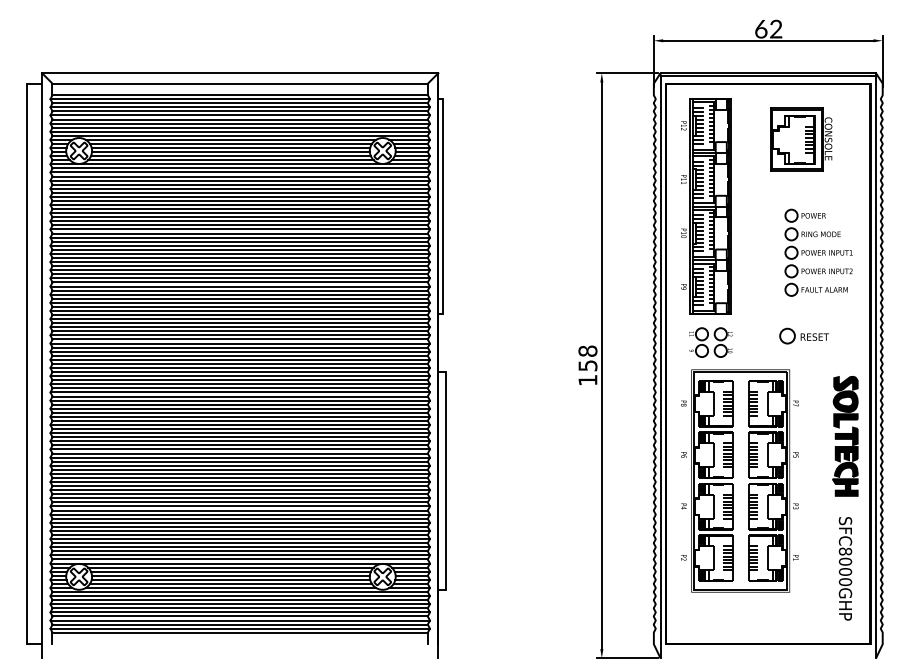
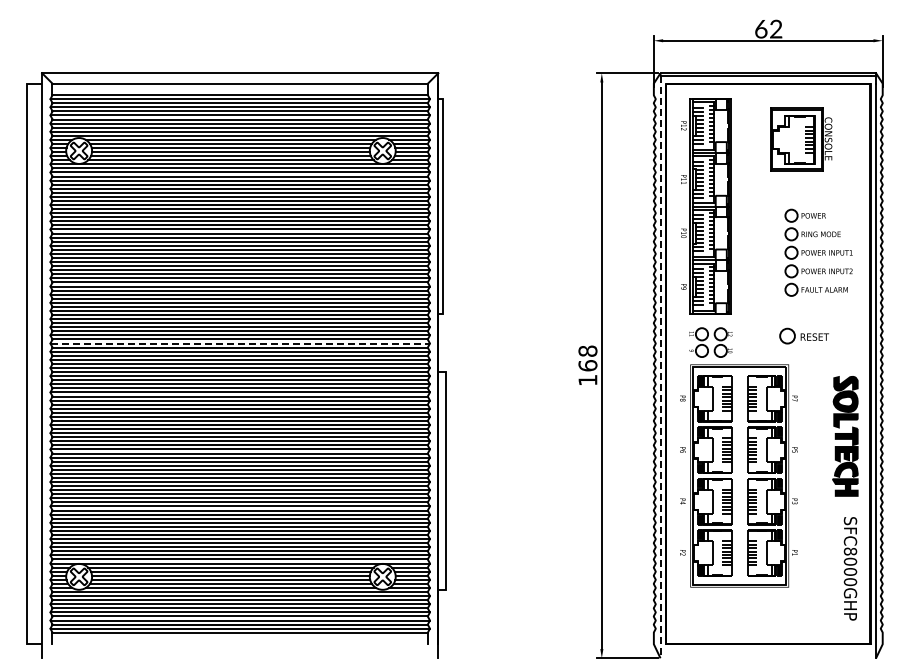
line at (240, 343): solid -> dashed
text at (587, 365): 158 -> 168
line at (660, 367): solid -> dashed
part at (739, 480) position: (739, 480) -> (738, 475)
text at (845, 568) position: (845, 568) -> (850, 568)
